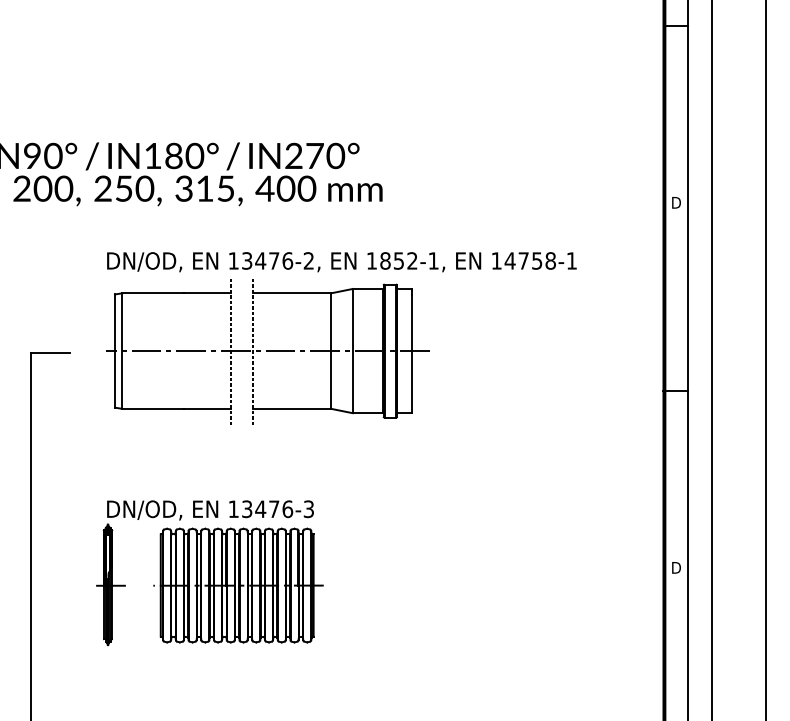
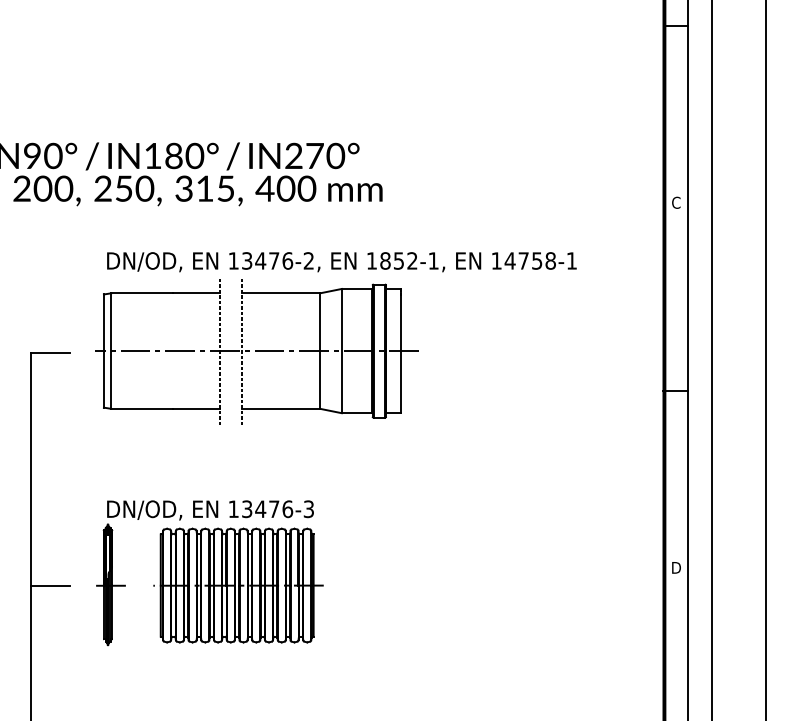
text at (676, 202): D -> C
part at (267, 351) position: (267, 351) -> (256, 351)
line at (50, 585): none -> present
